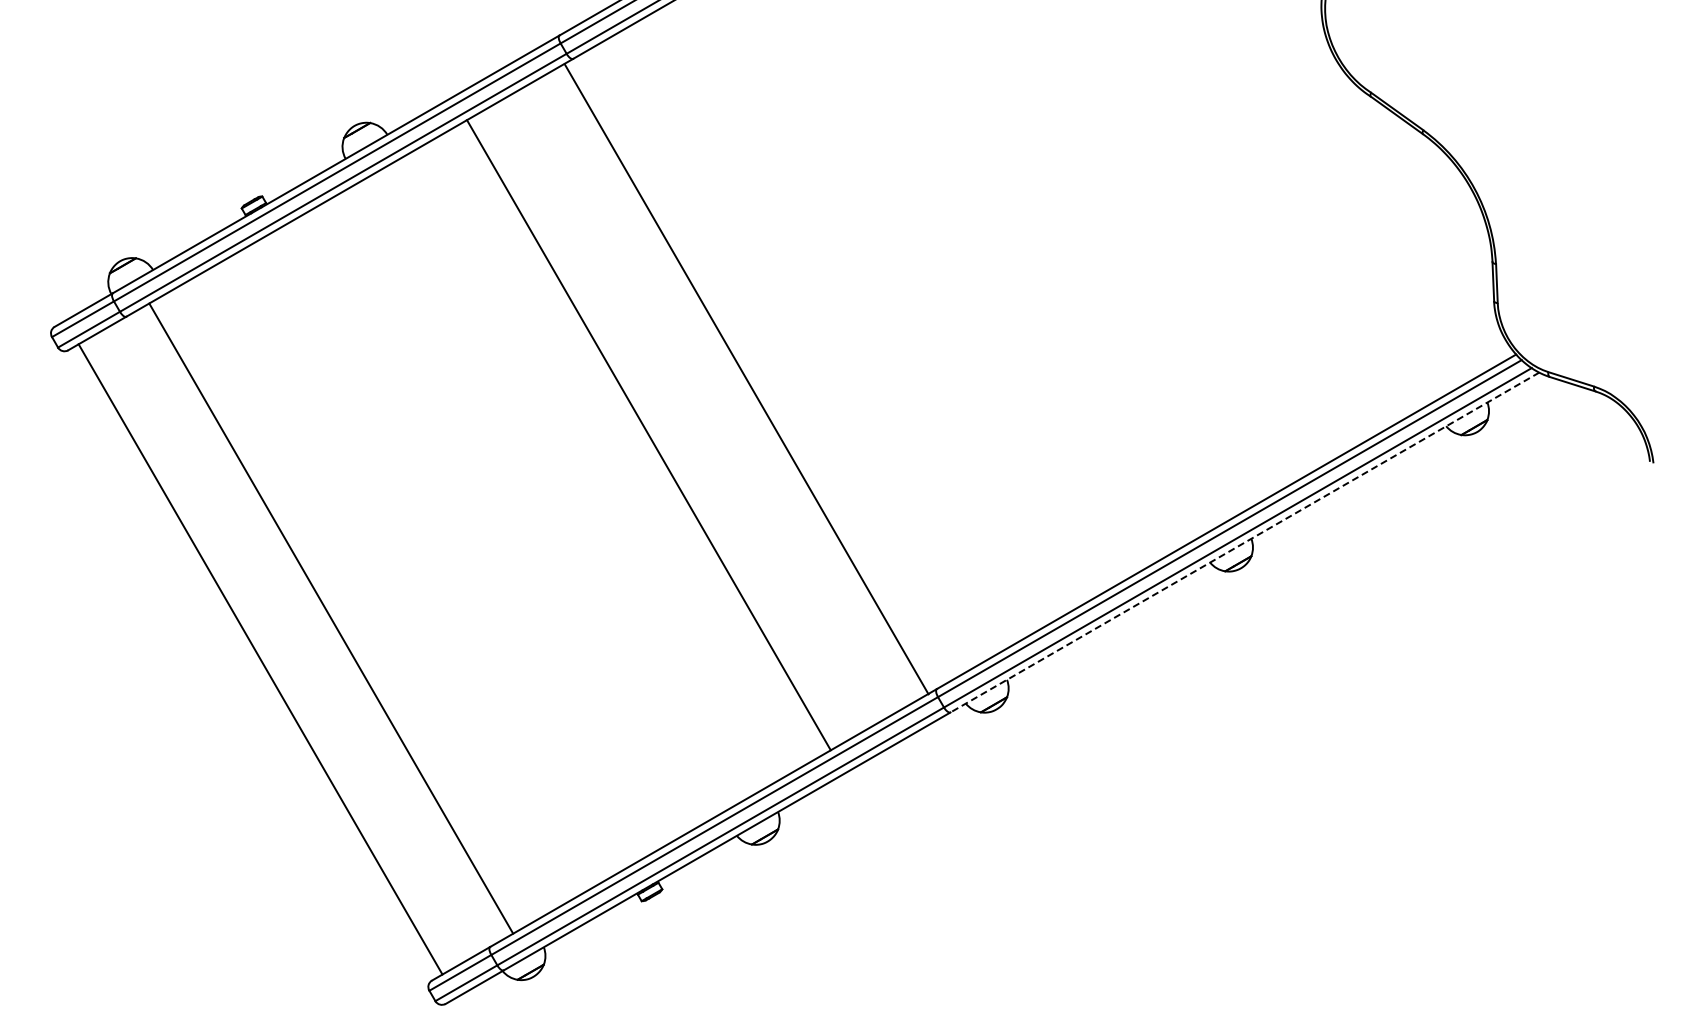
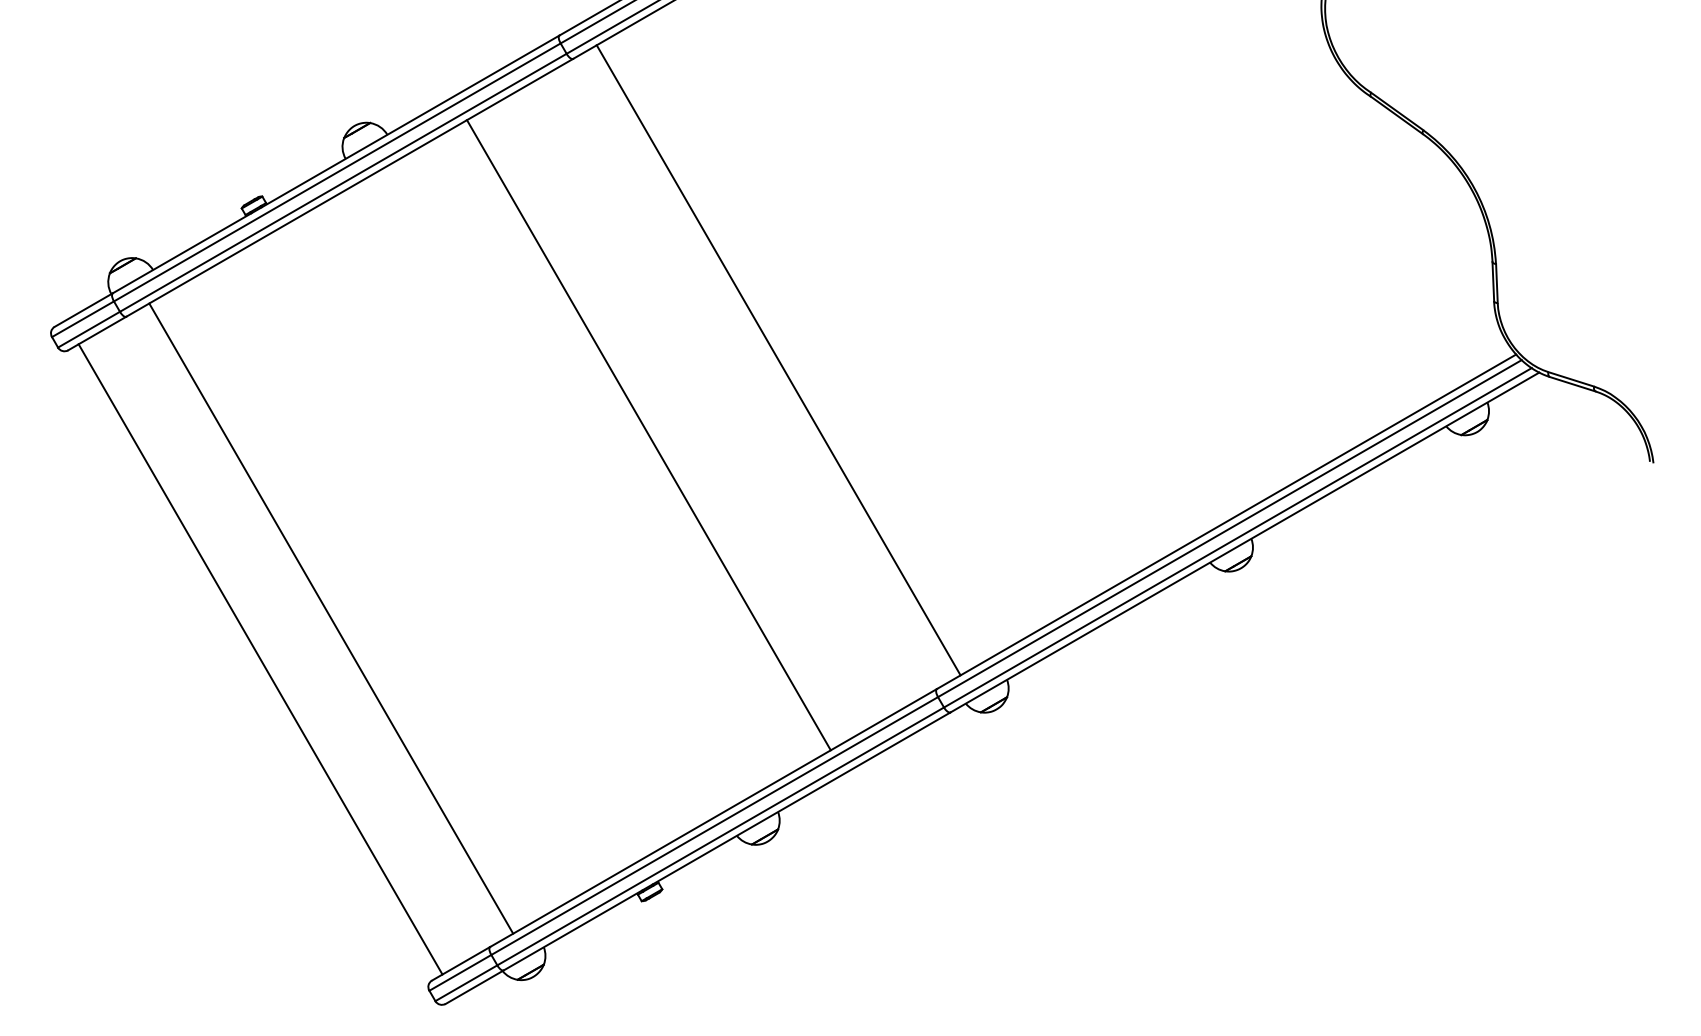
line at (746, 379) position: (746, 379) -> (778, 360)
line at (1244, 542): dashed -> solid
